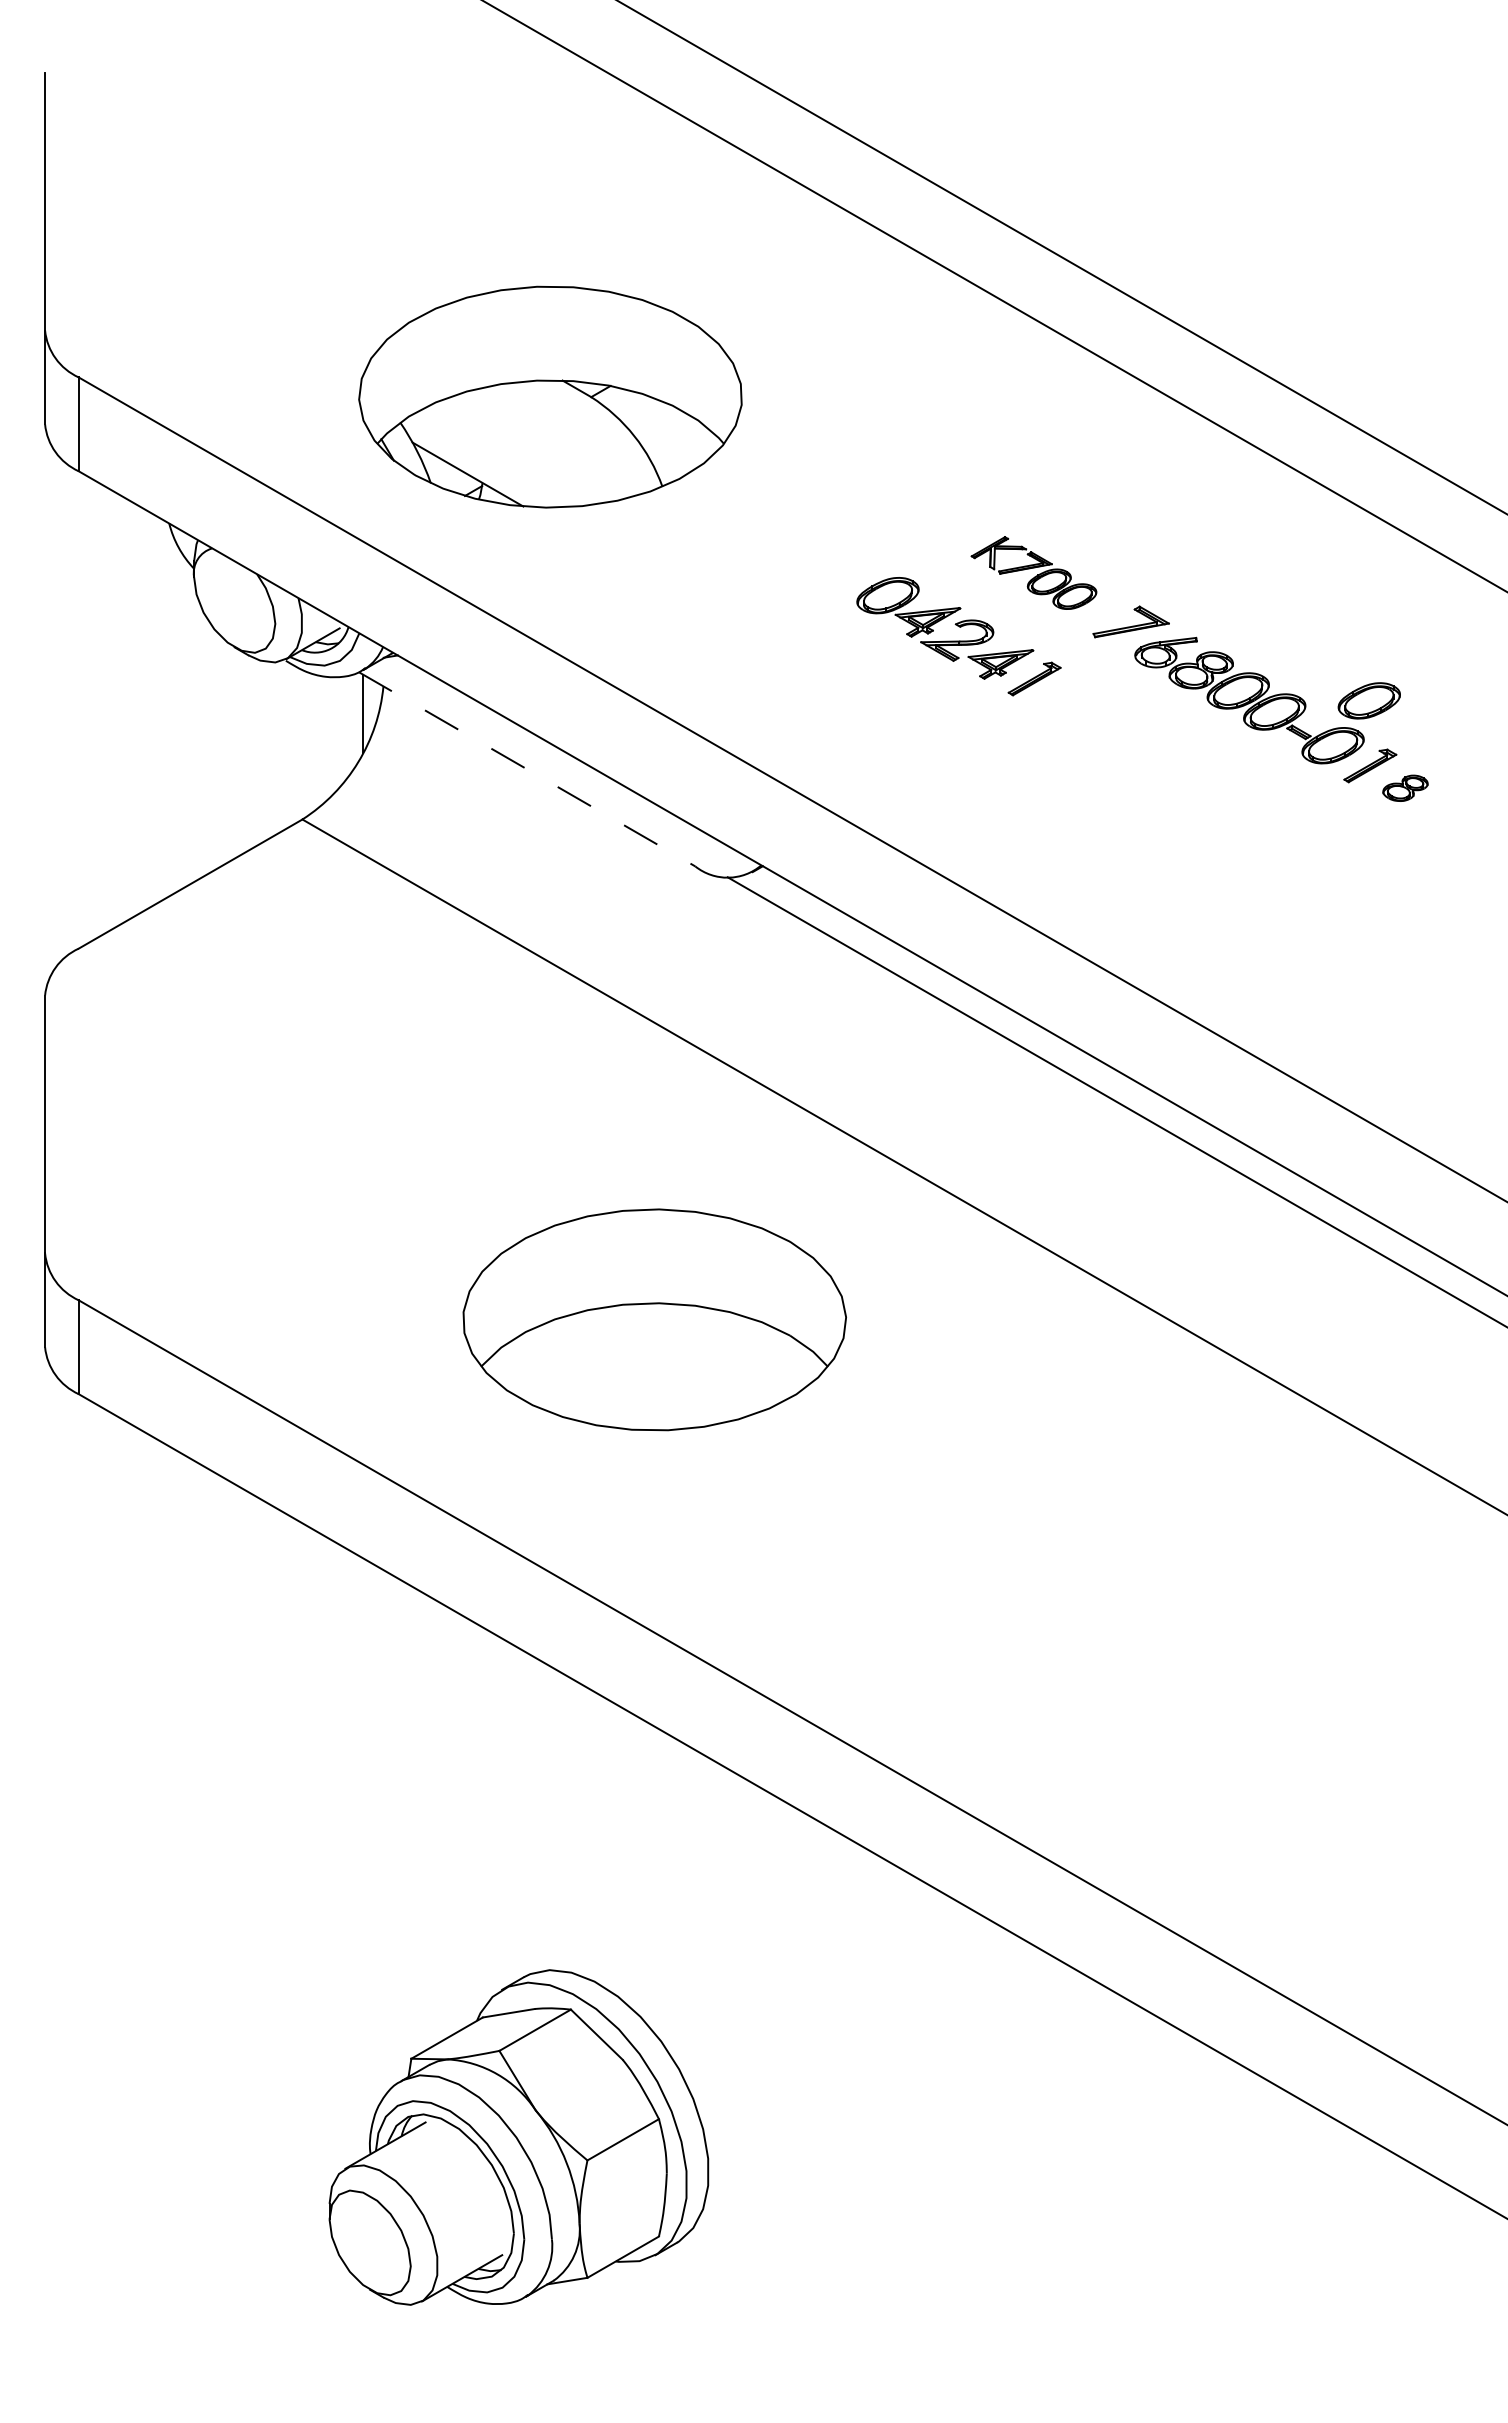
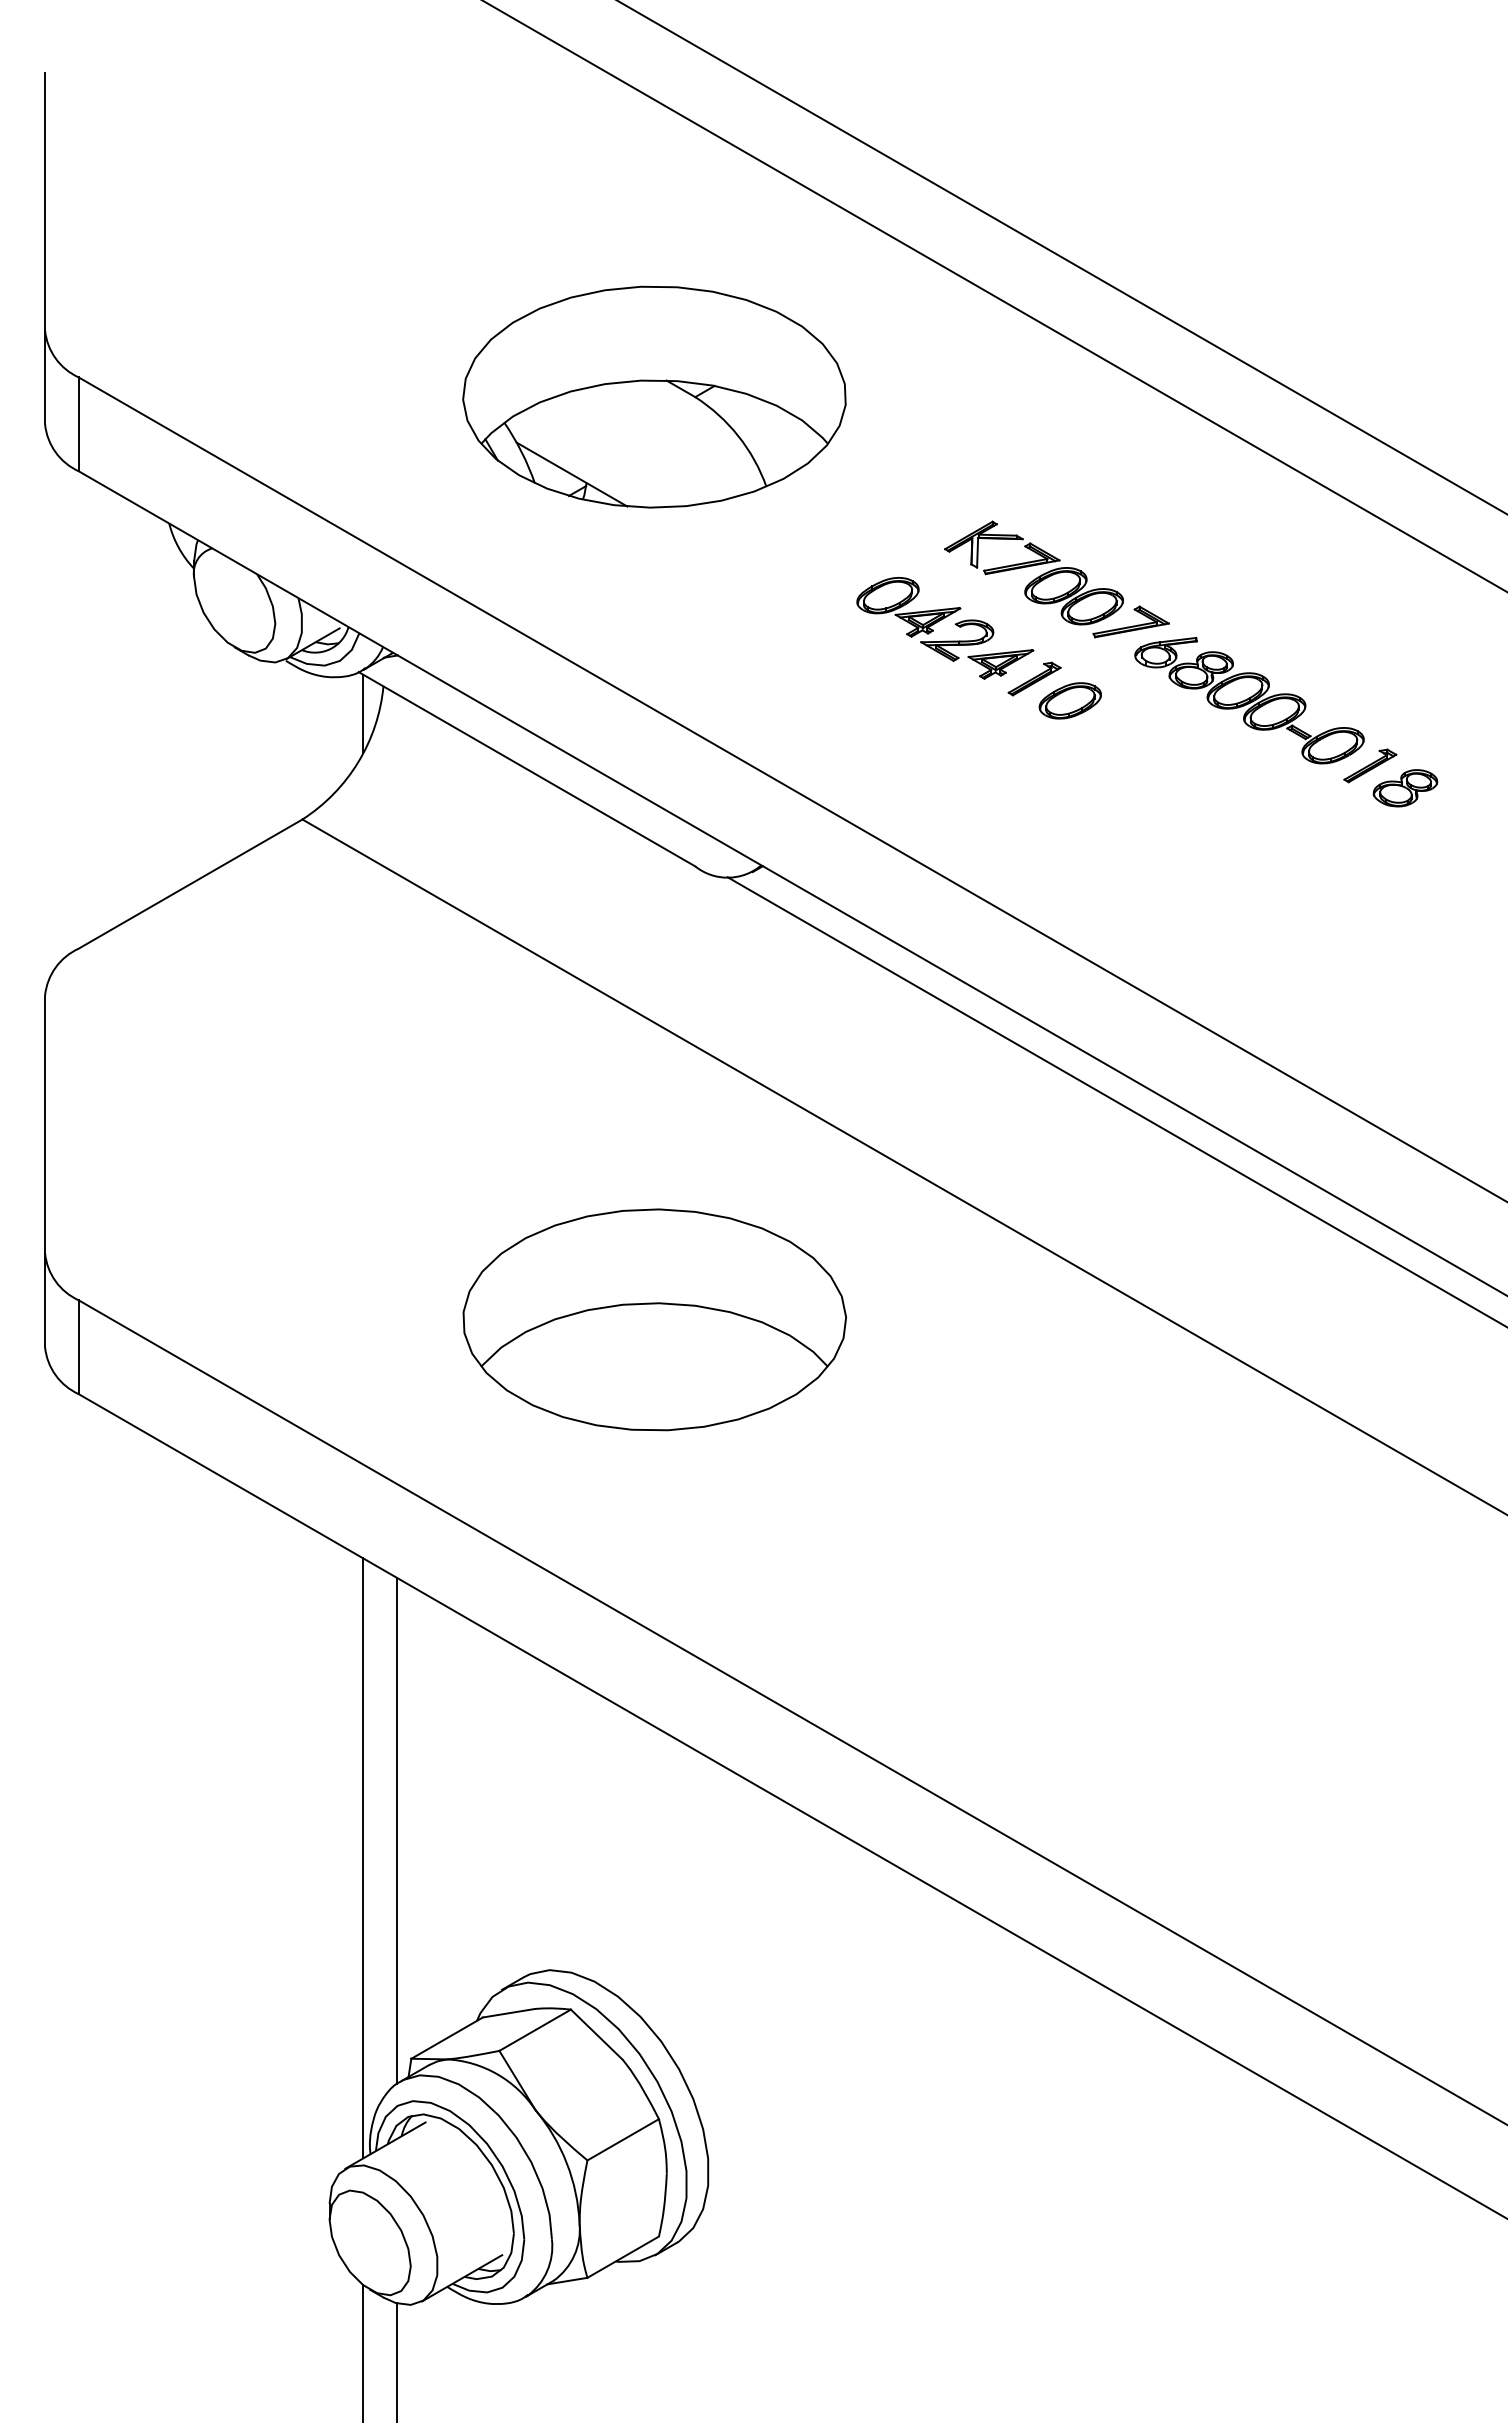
part at (550, 396) position: (550, 396) -> (654, 396)
part at (1033, 572) size: 128x74 px -> 180x106 px
part at (1368, 700) position: (1368, 700) -> (1069, 700)
line at (527, 769): dashed -> solid
part at (1405, 787) size: 47x28 px -> 67x39 px
line at (397, 1831): none -> present
line at (363, 1858): none -> present
line at (363, 2352): none -> present
line at (397, 2361): none -> present
